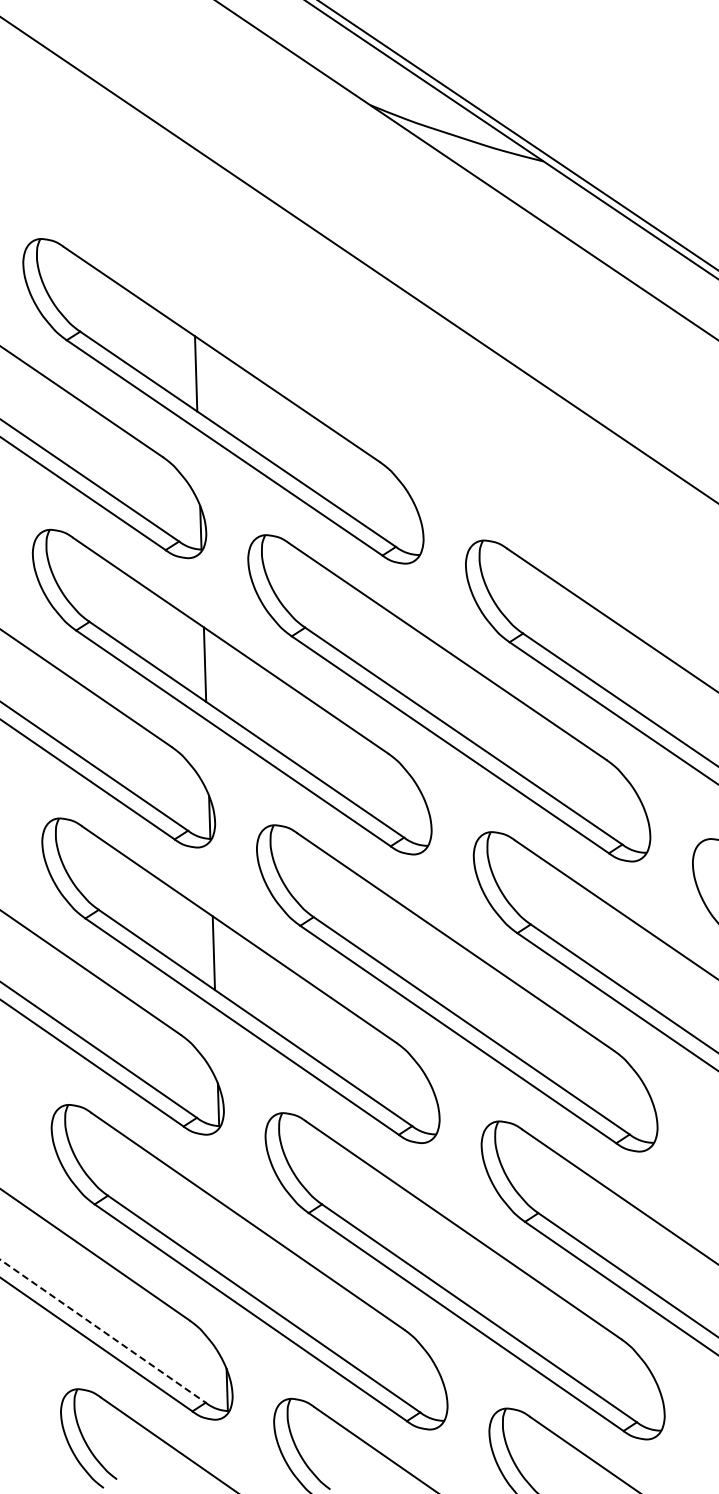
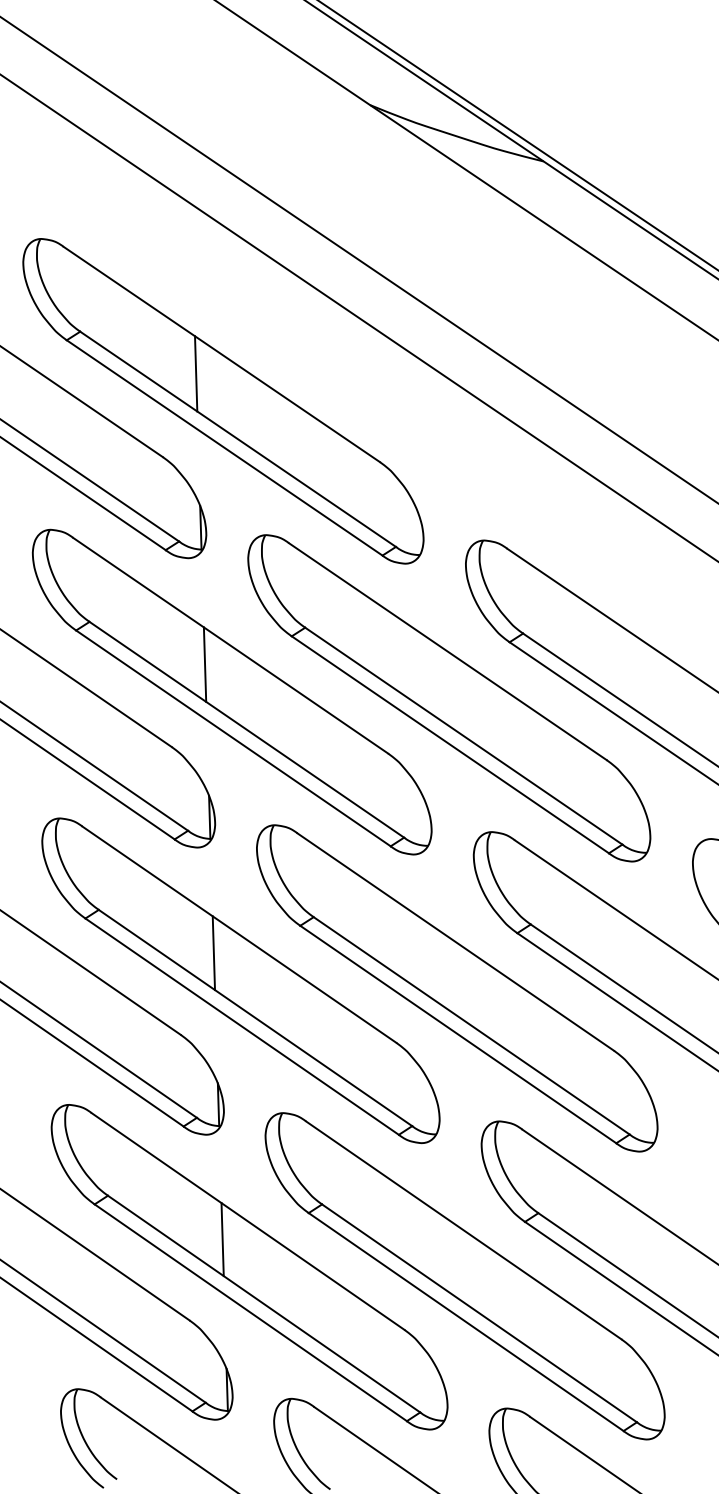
line at (358, 317): none -> present
line at (222, 1239): none -> present
line at (103, 1331): dashed -> solid
